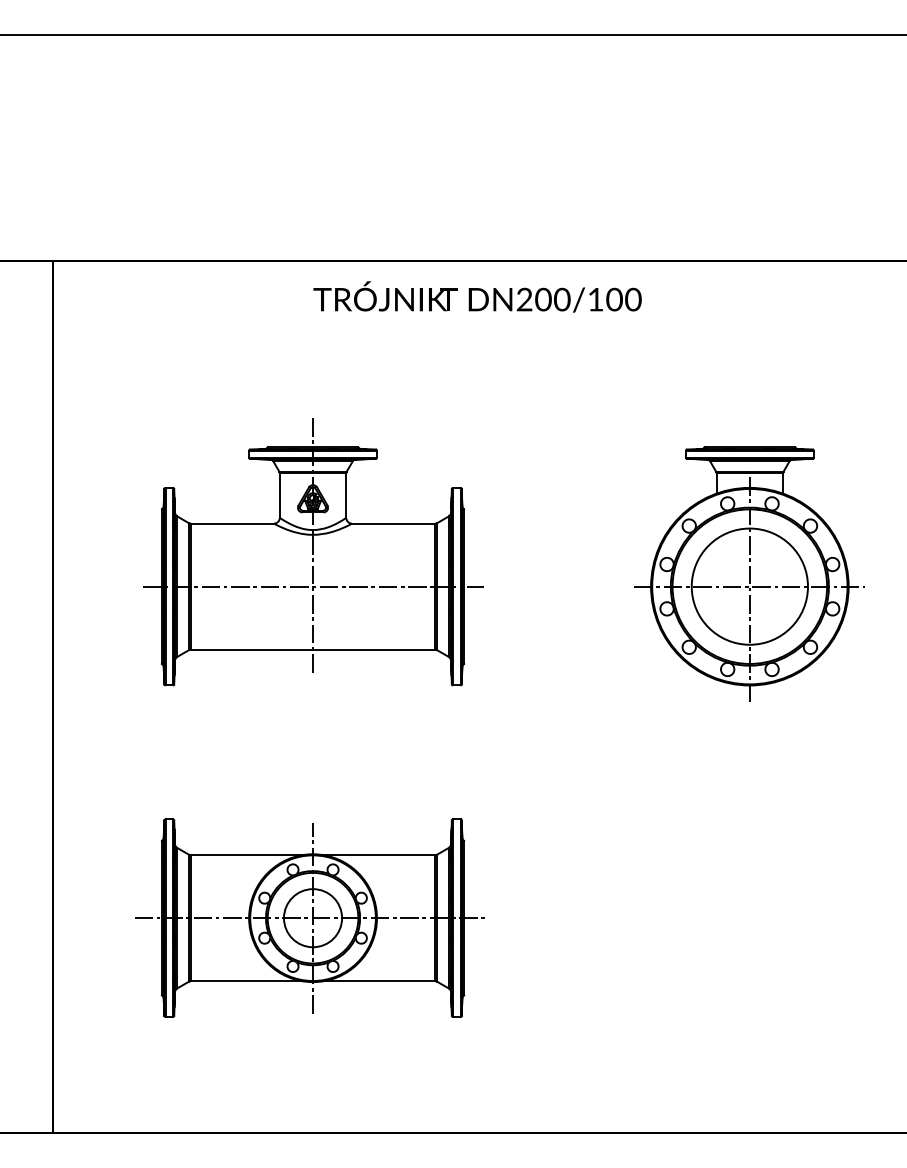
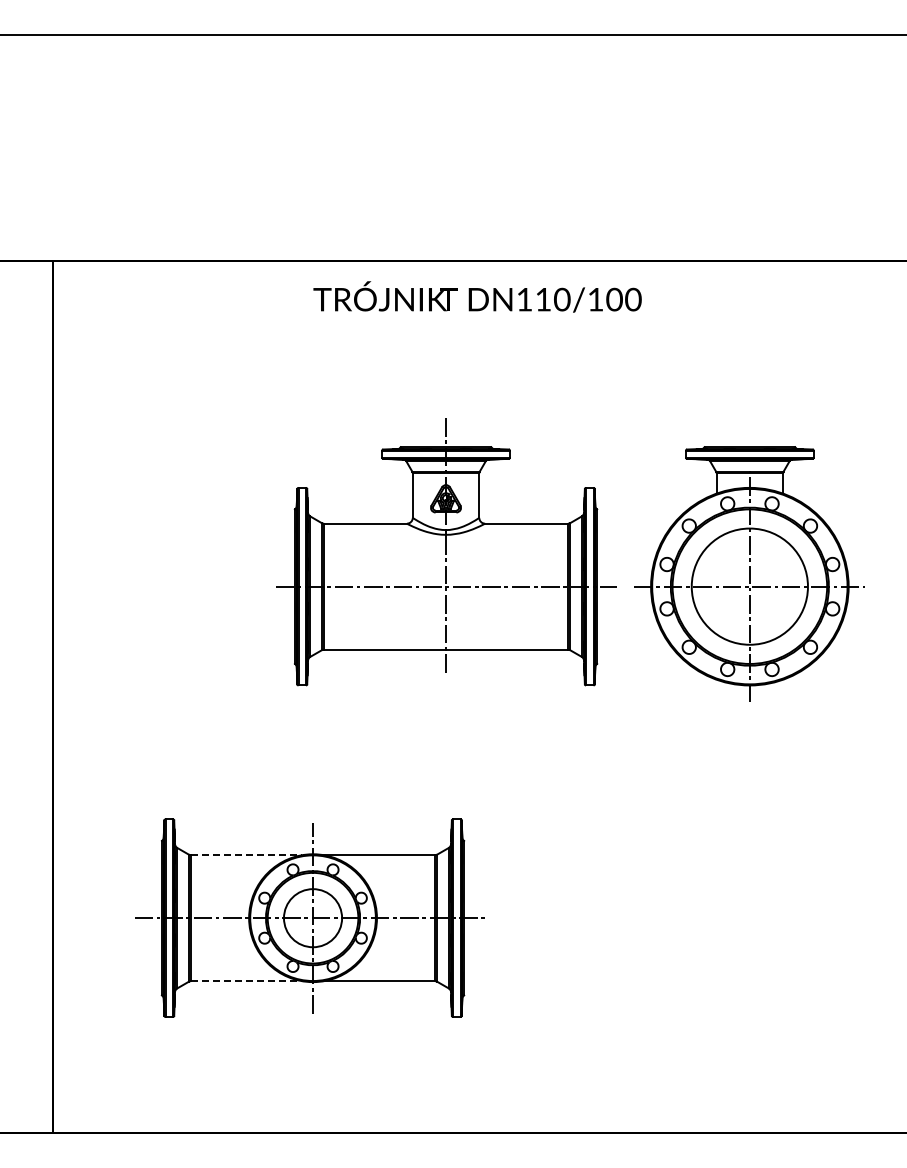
text at (533, 299): DN200/100 -> DN110/100
part at (313, 552) position: (313, 552) -> (446, 552)
line at (246, 855): solid -> dashed
line at (246, 981): solid -> dashed
